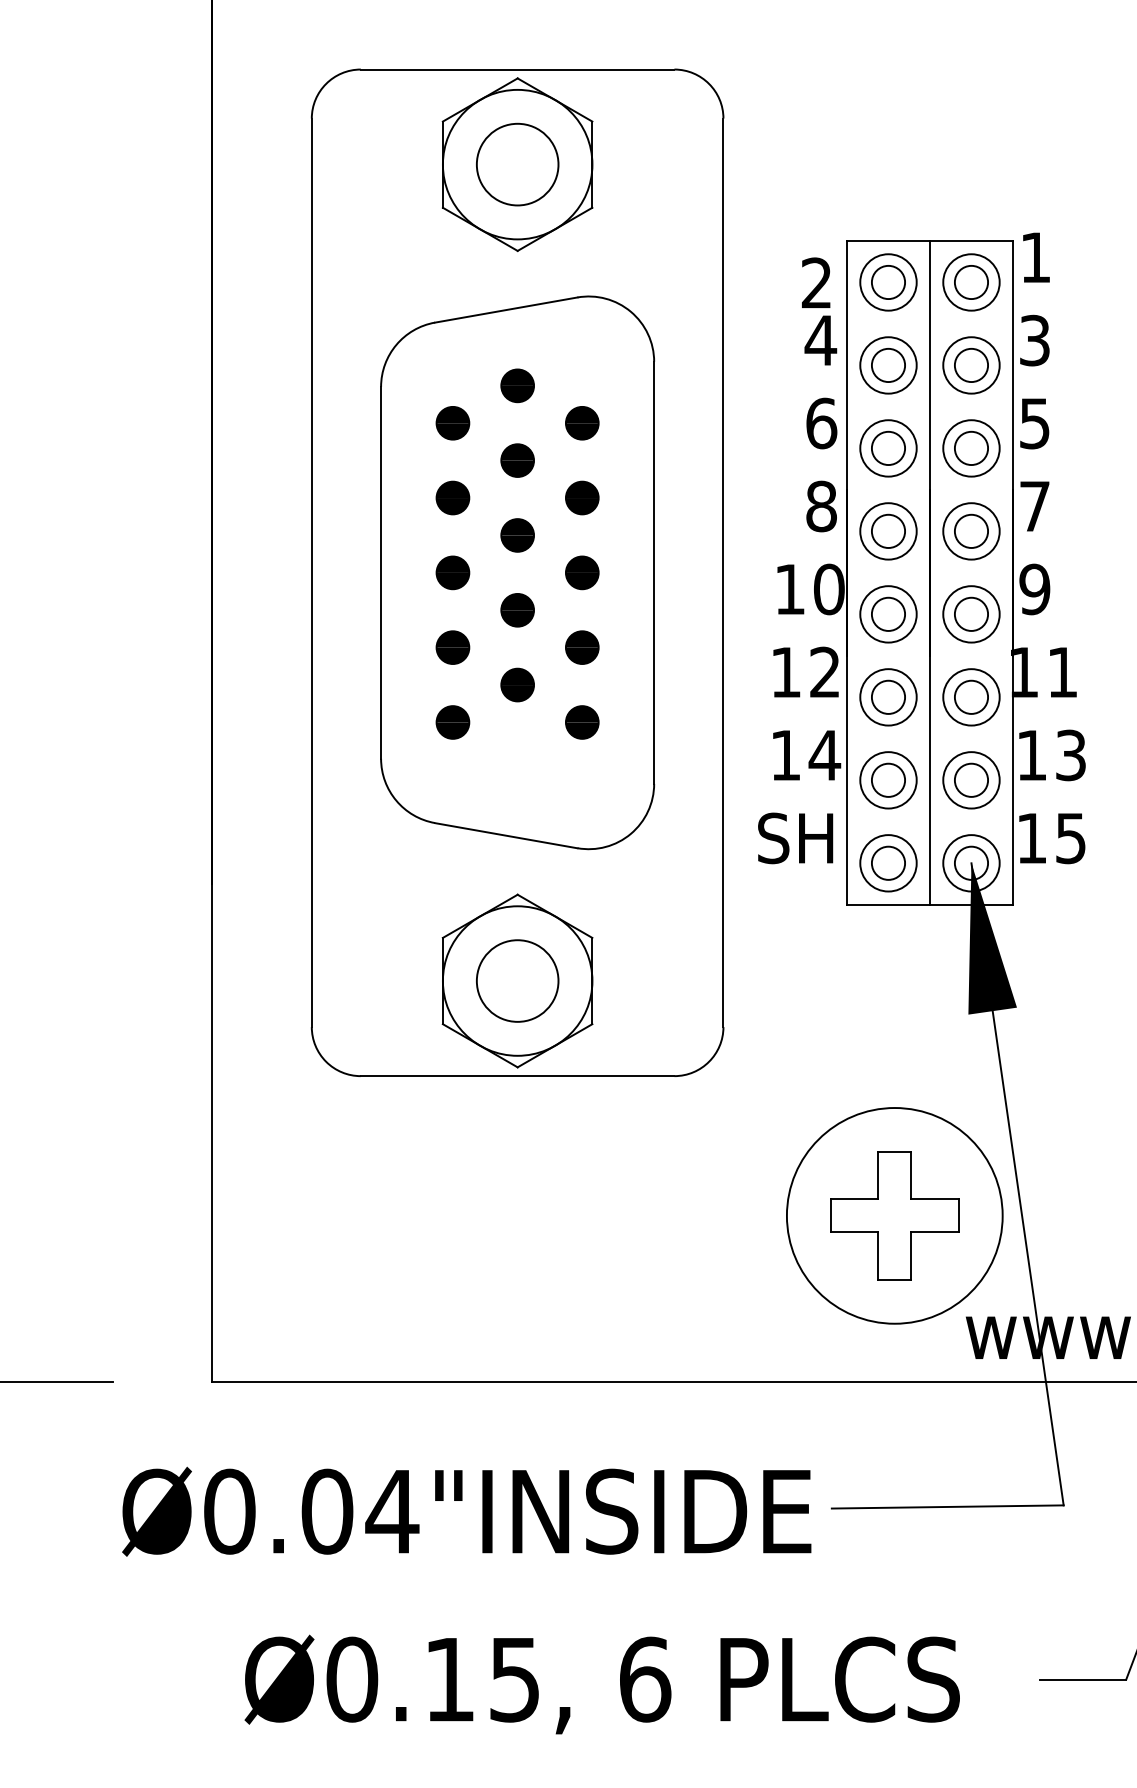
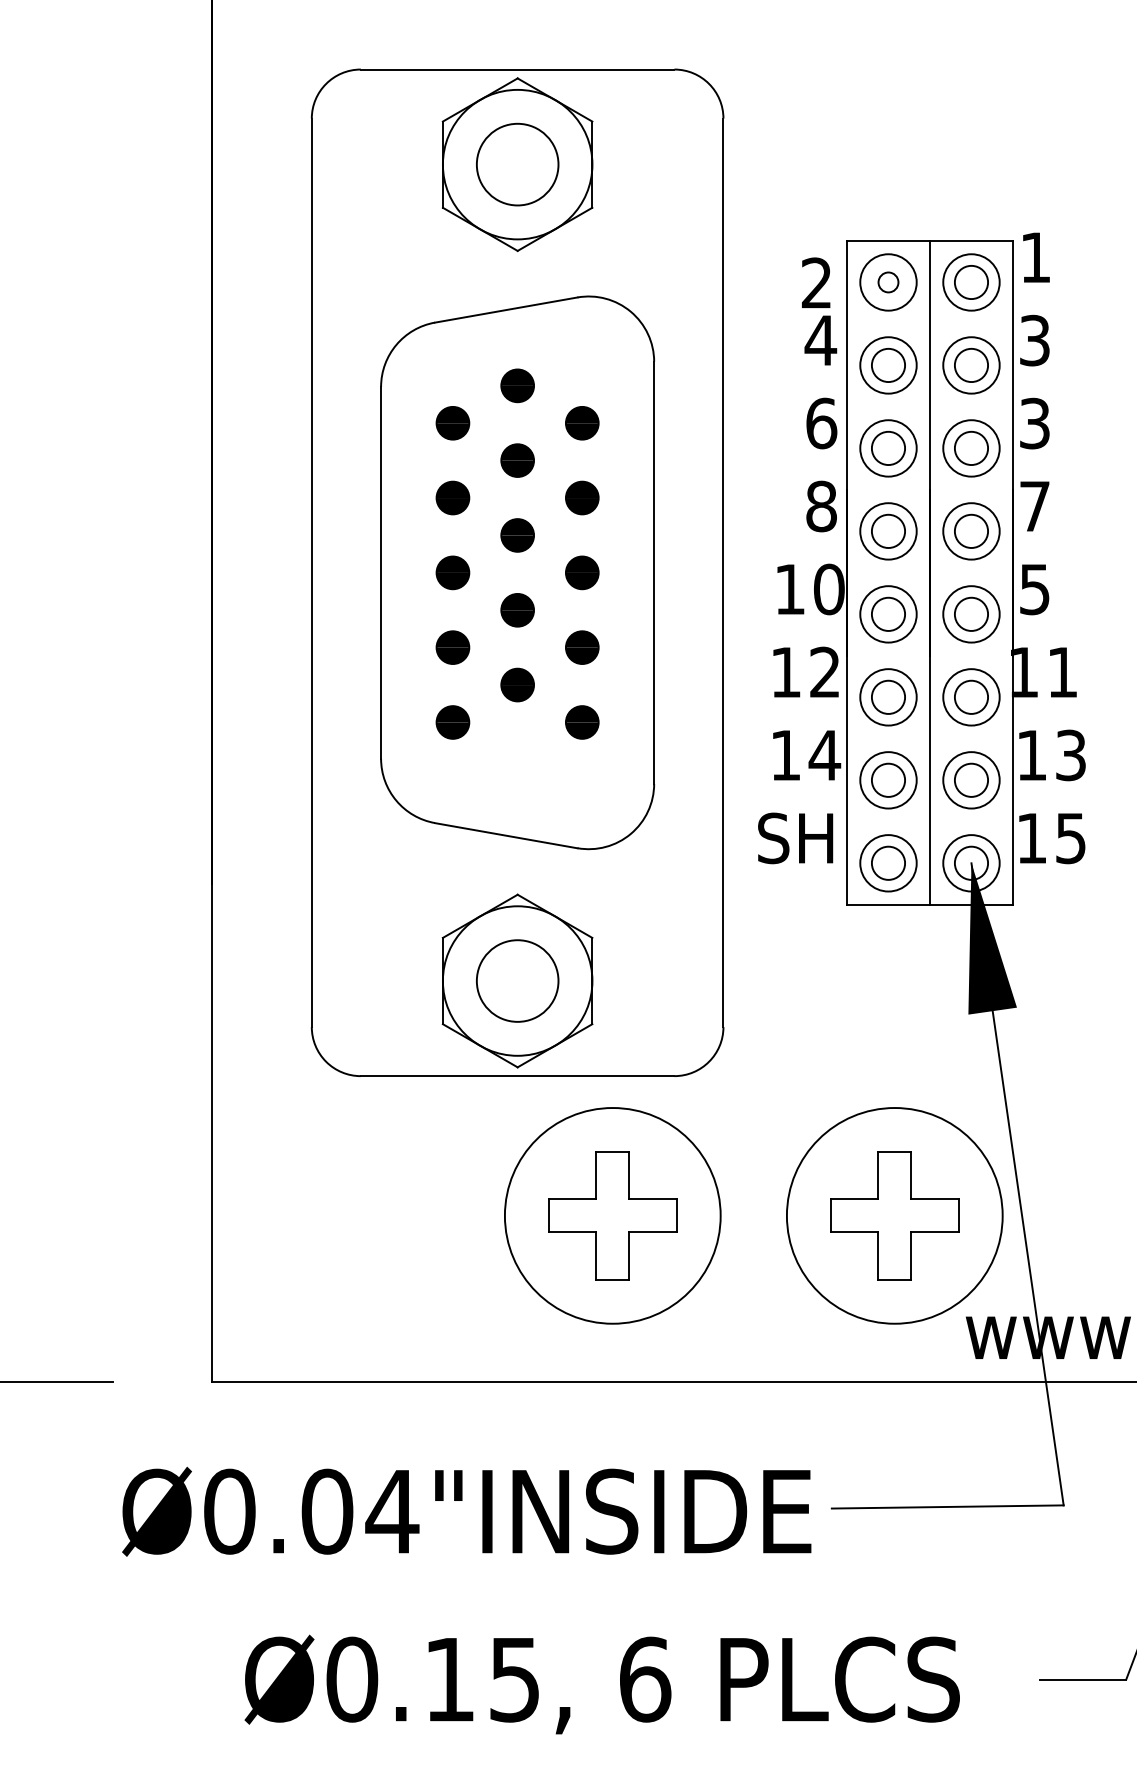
circle at (888, 282) diameter: 33 px -> 20 px
text at (1034, 422): 5 -> 3
text at (1034, 589): 9 -> 5
part at (612, 1215): none -> present
